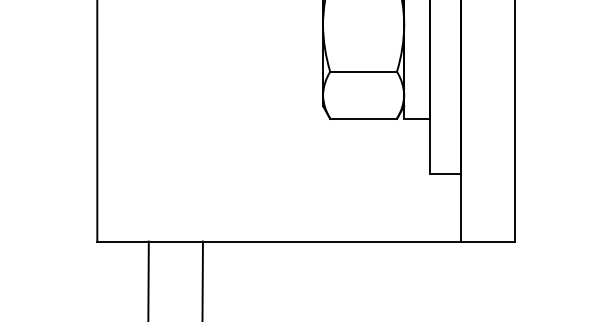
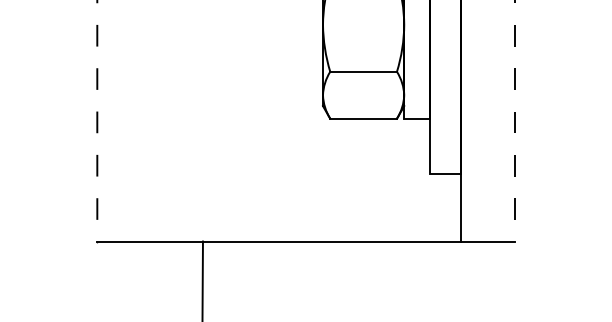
line at (97, 121): solid -> dashed
line at (514, 121): solid -> dashed
line at (148, 279): present -> none
